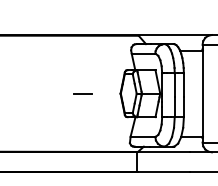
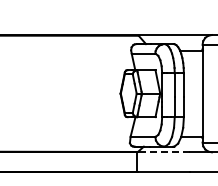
line at (82, 93): present -> none
line at (163, 152): solid -> dashed
